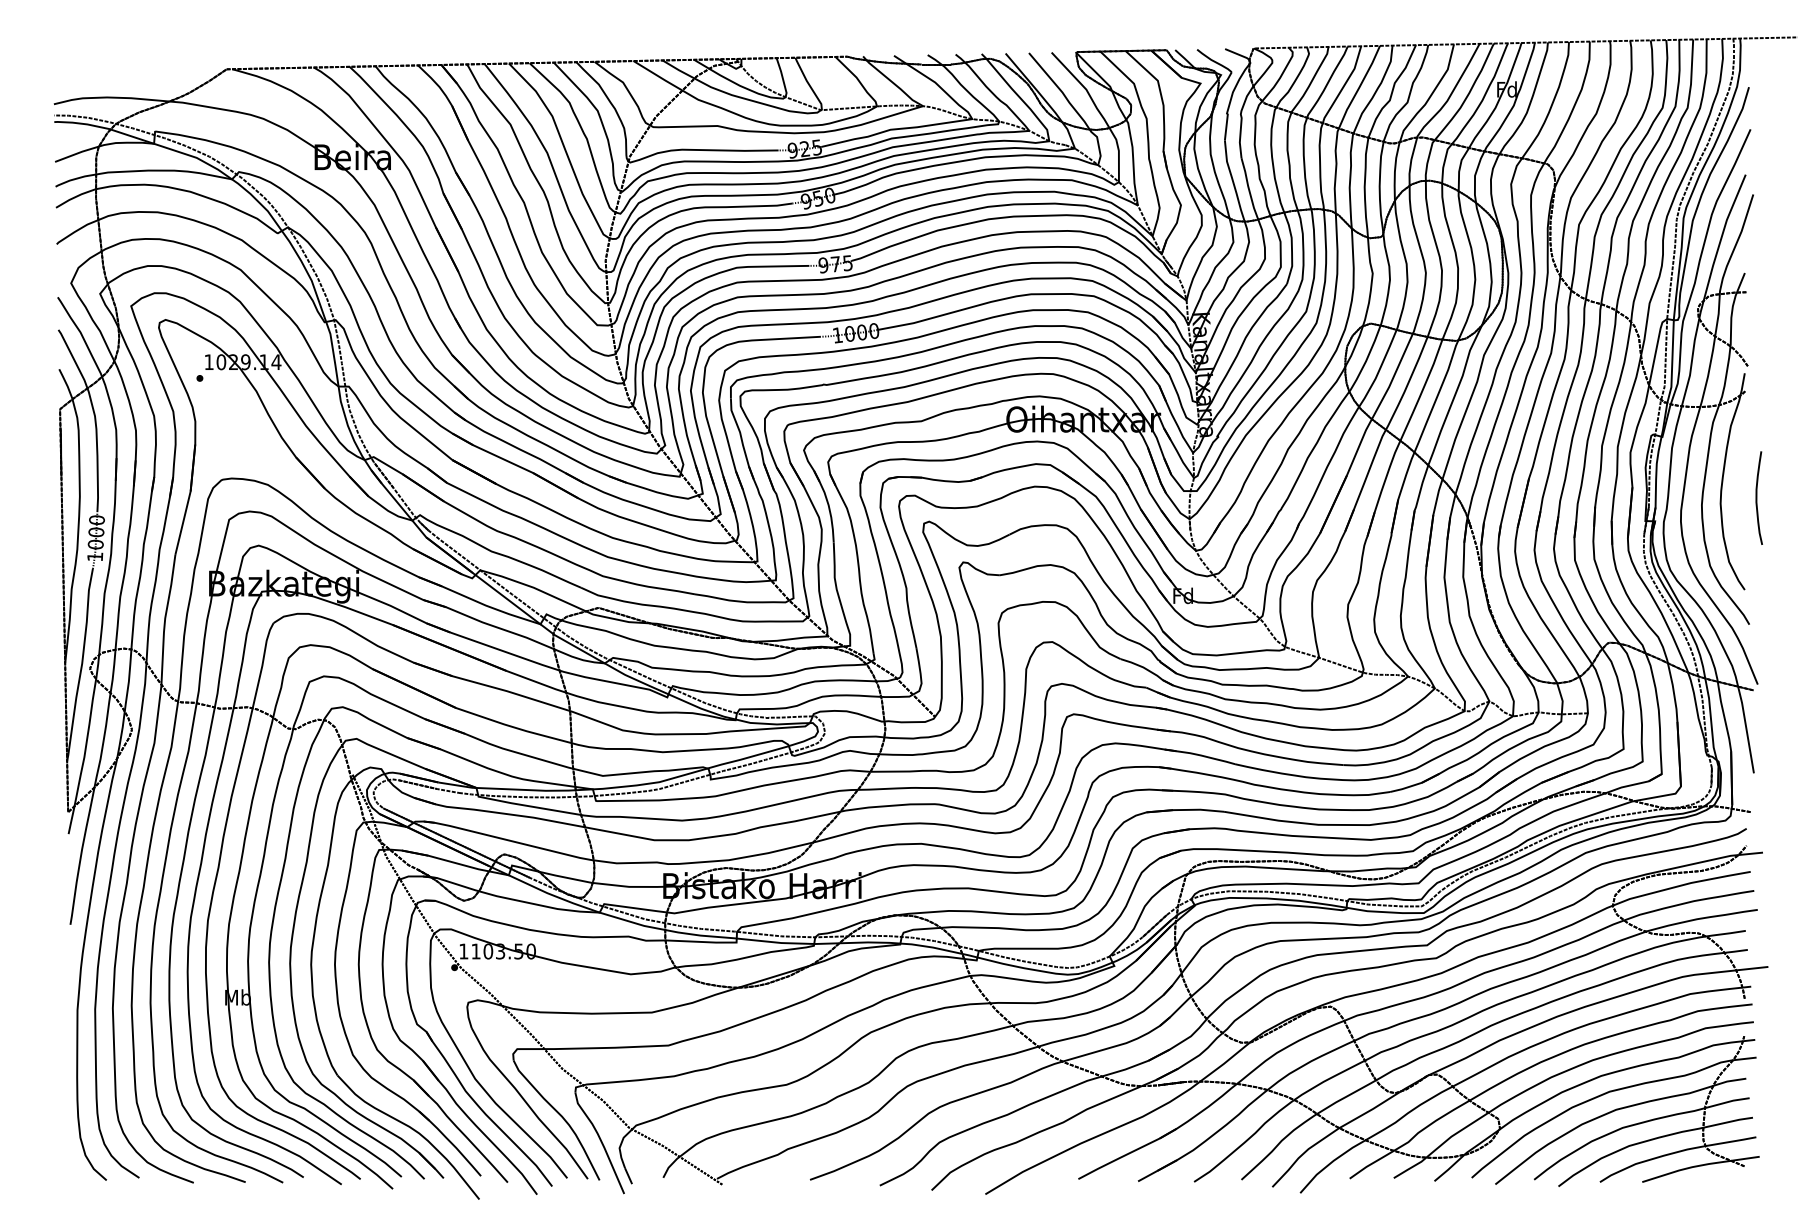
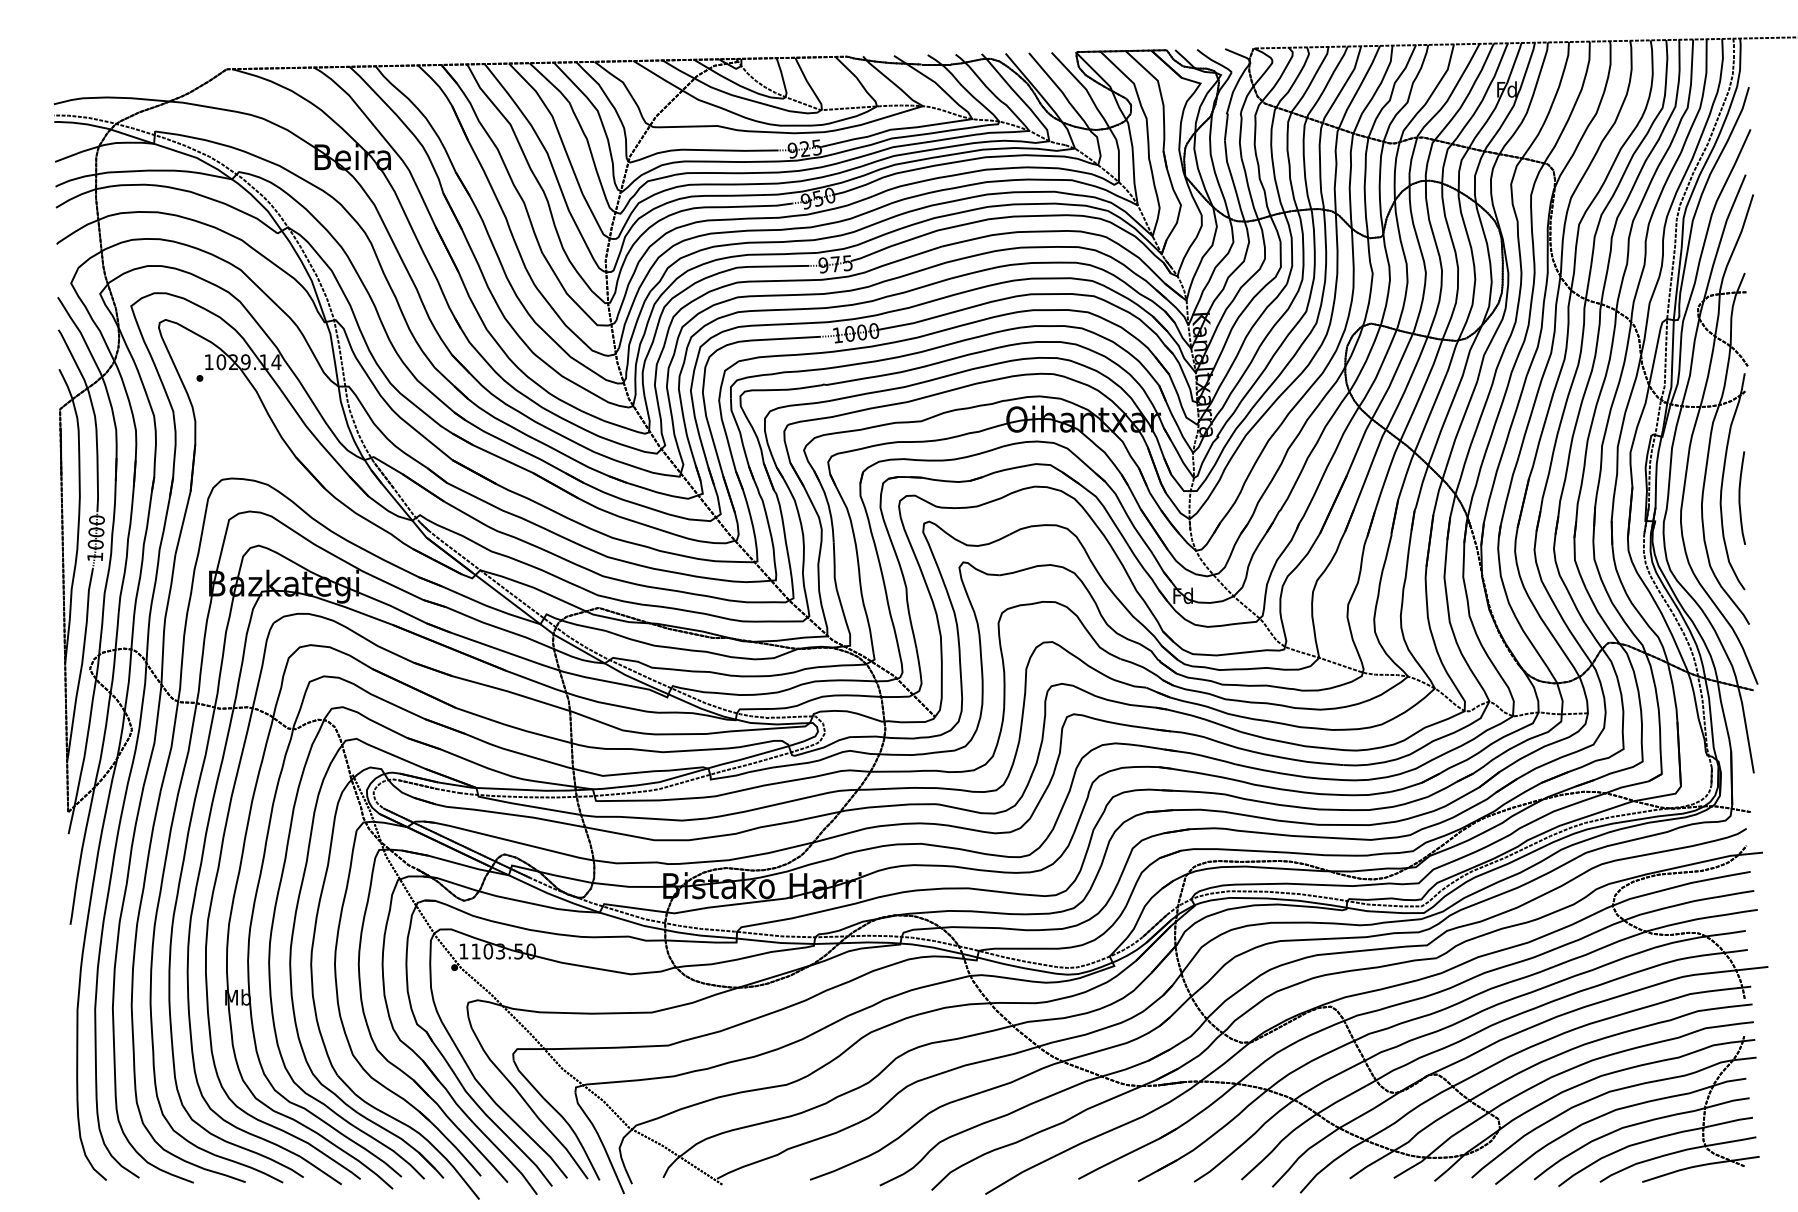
curve at (1757, 497) position: (1757, 497) -> (1740, 497)
